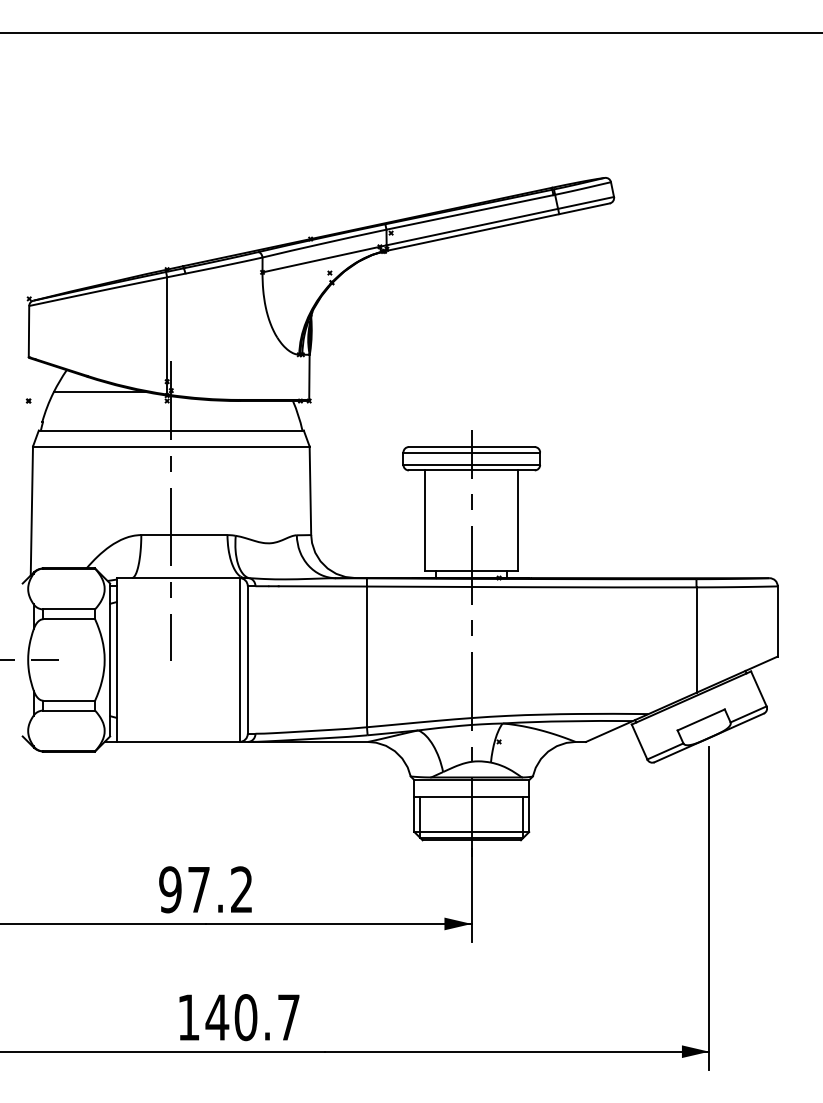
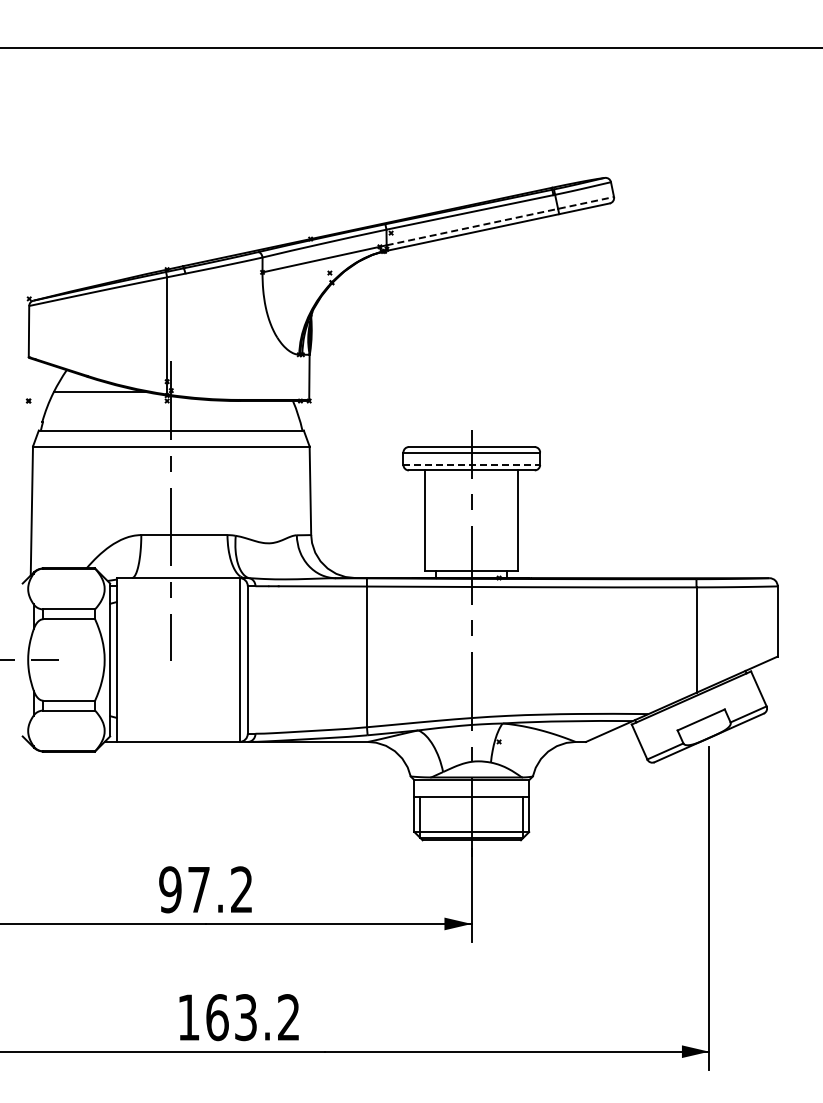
line at (410, 33) position: (410, 33) -> (410, 48)
line at (500, 221): solid -> dashed
line at (472, 464): solid -> dashed
text at (252, 1017): 140.7 -> 163.2
